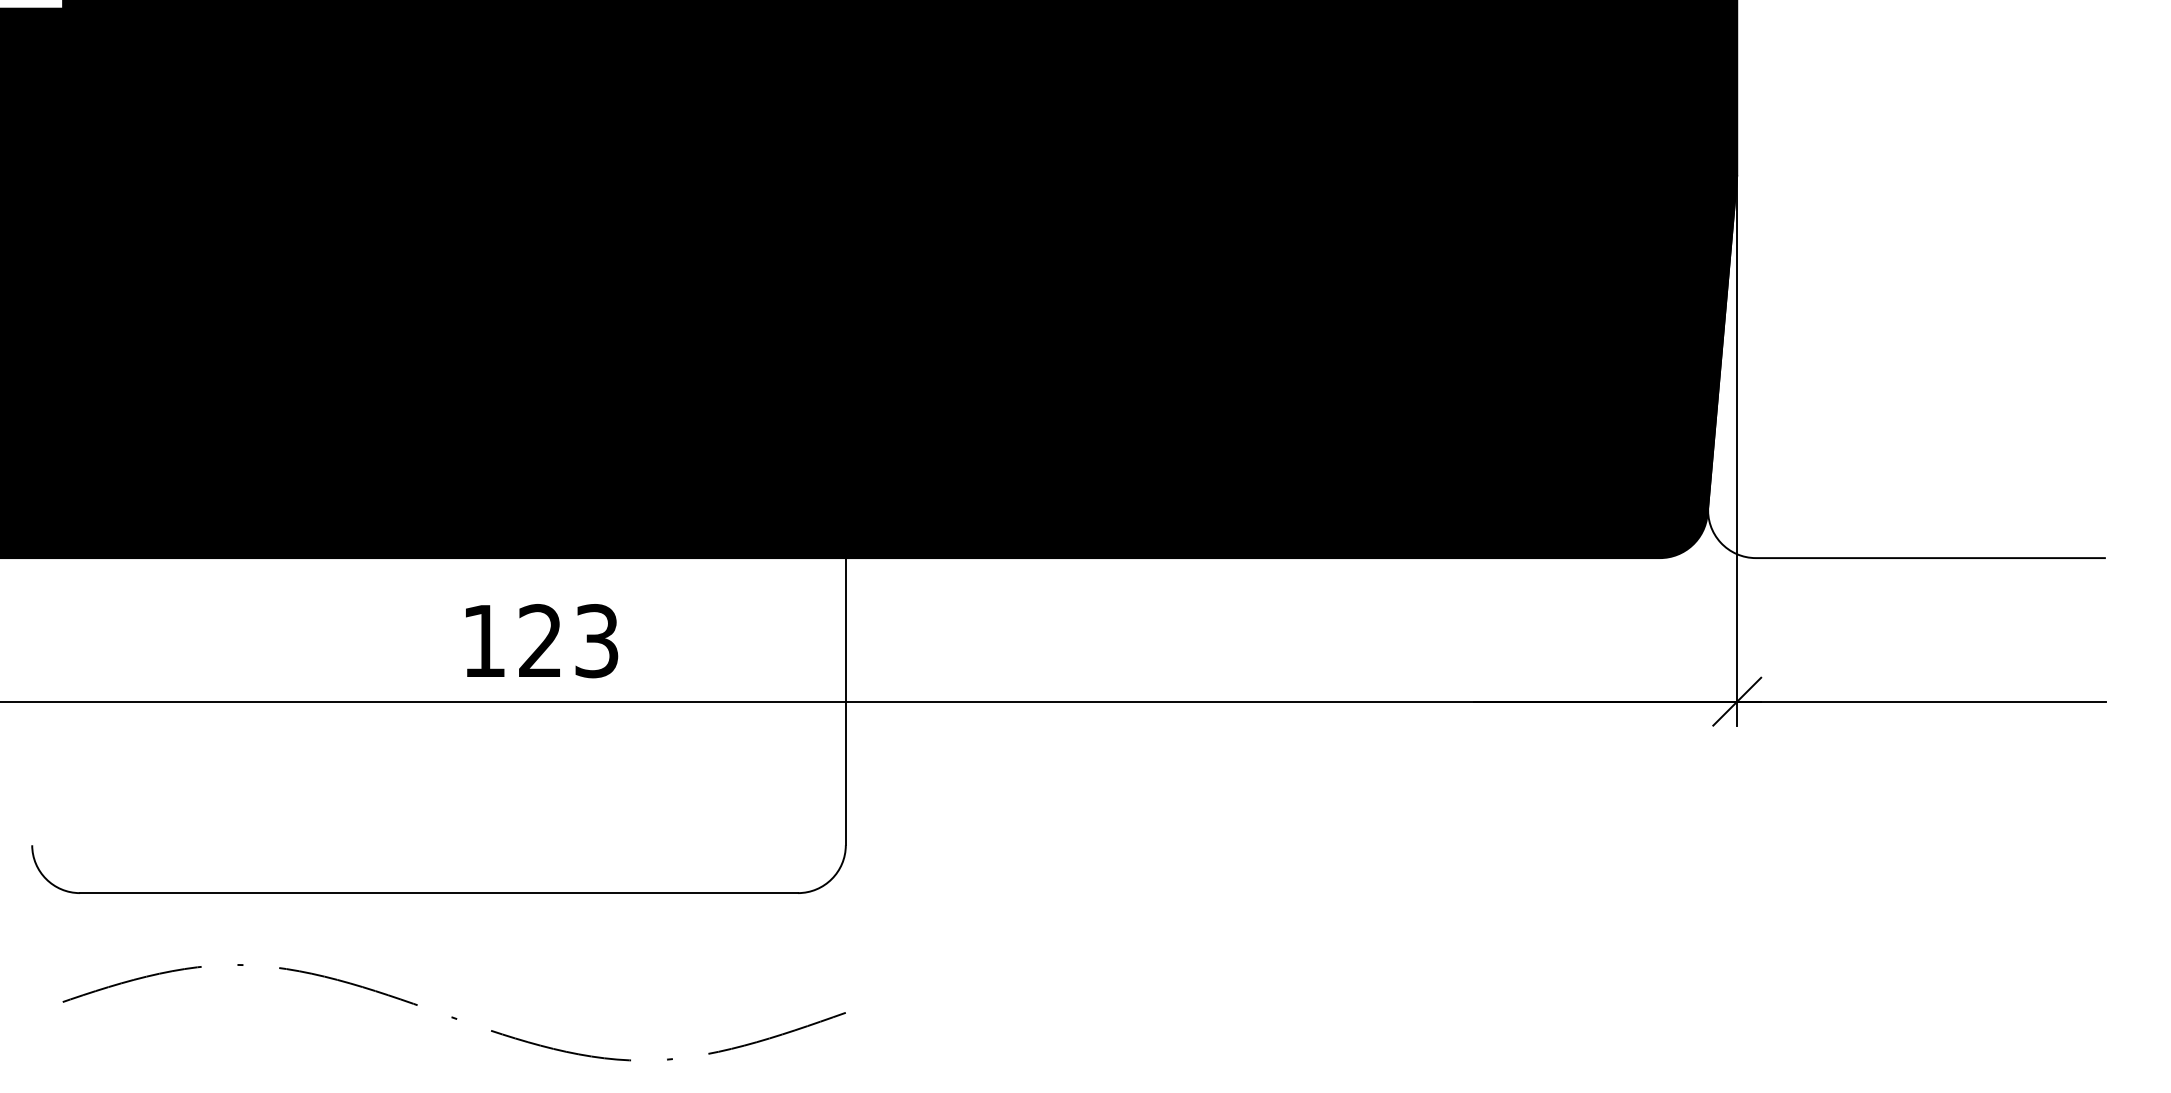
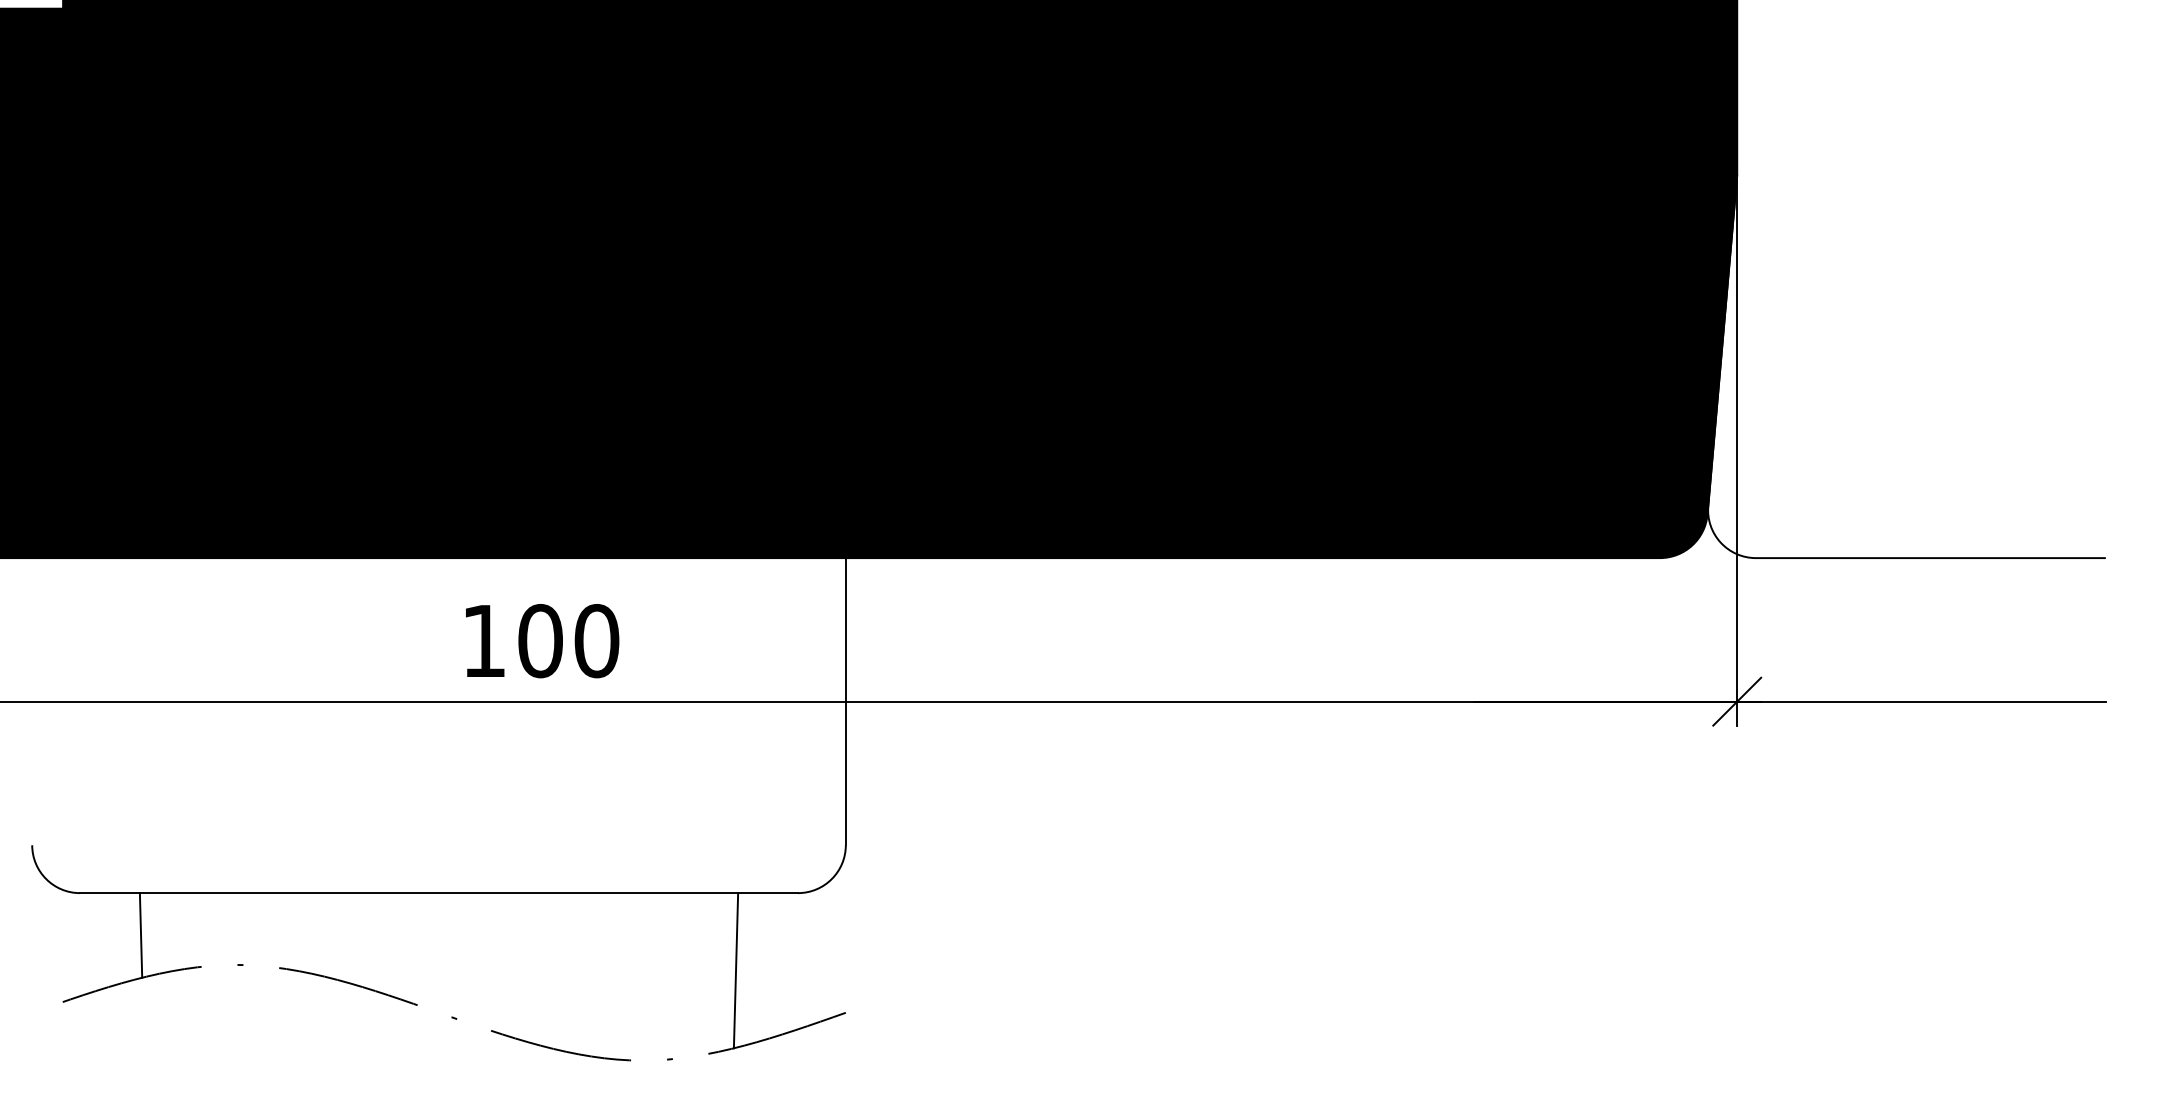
text at (568, 641): 123 -> 100
line at (140, 935): none -> present
line at (735, 970): none -> present
